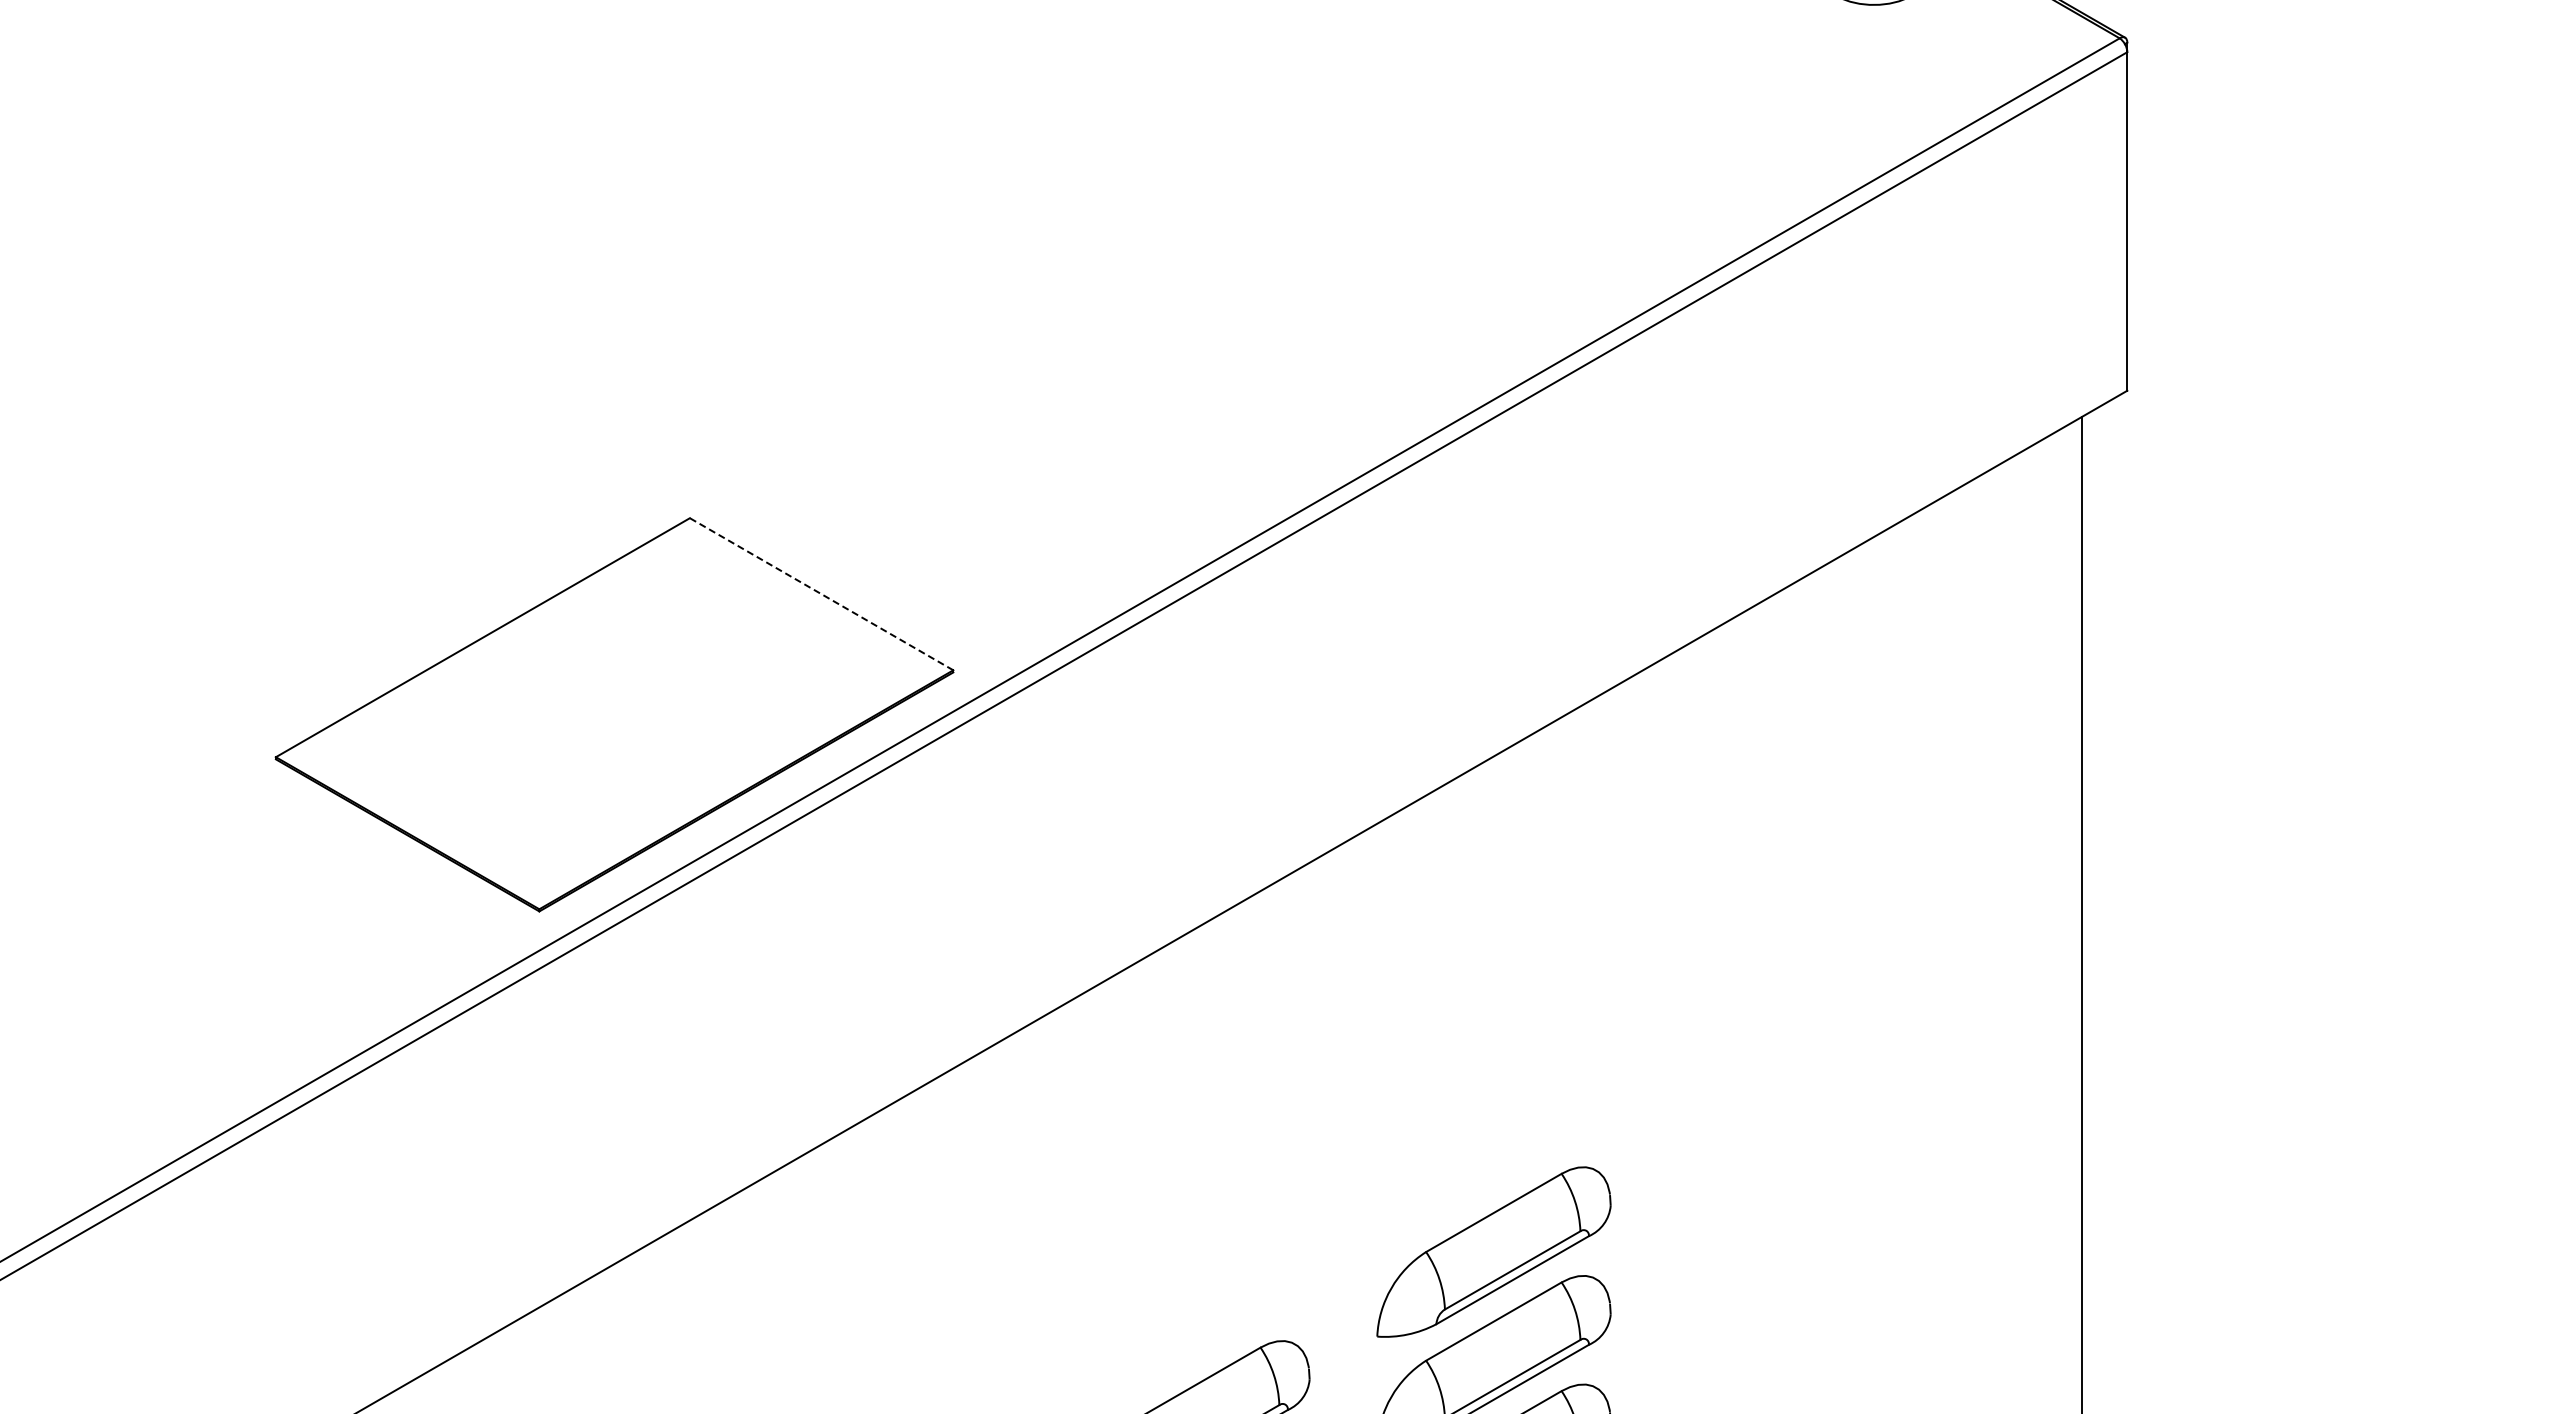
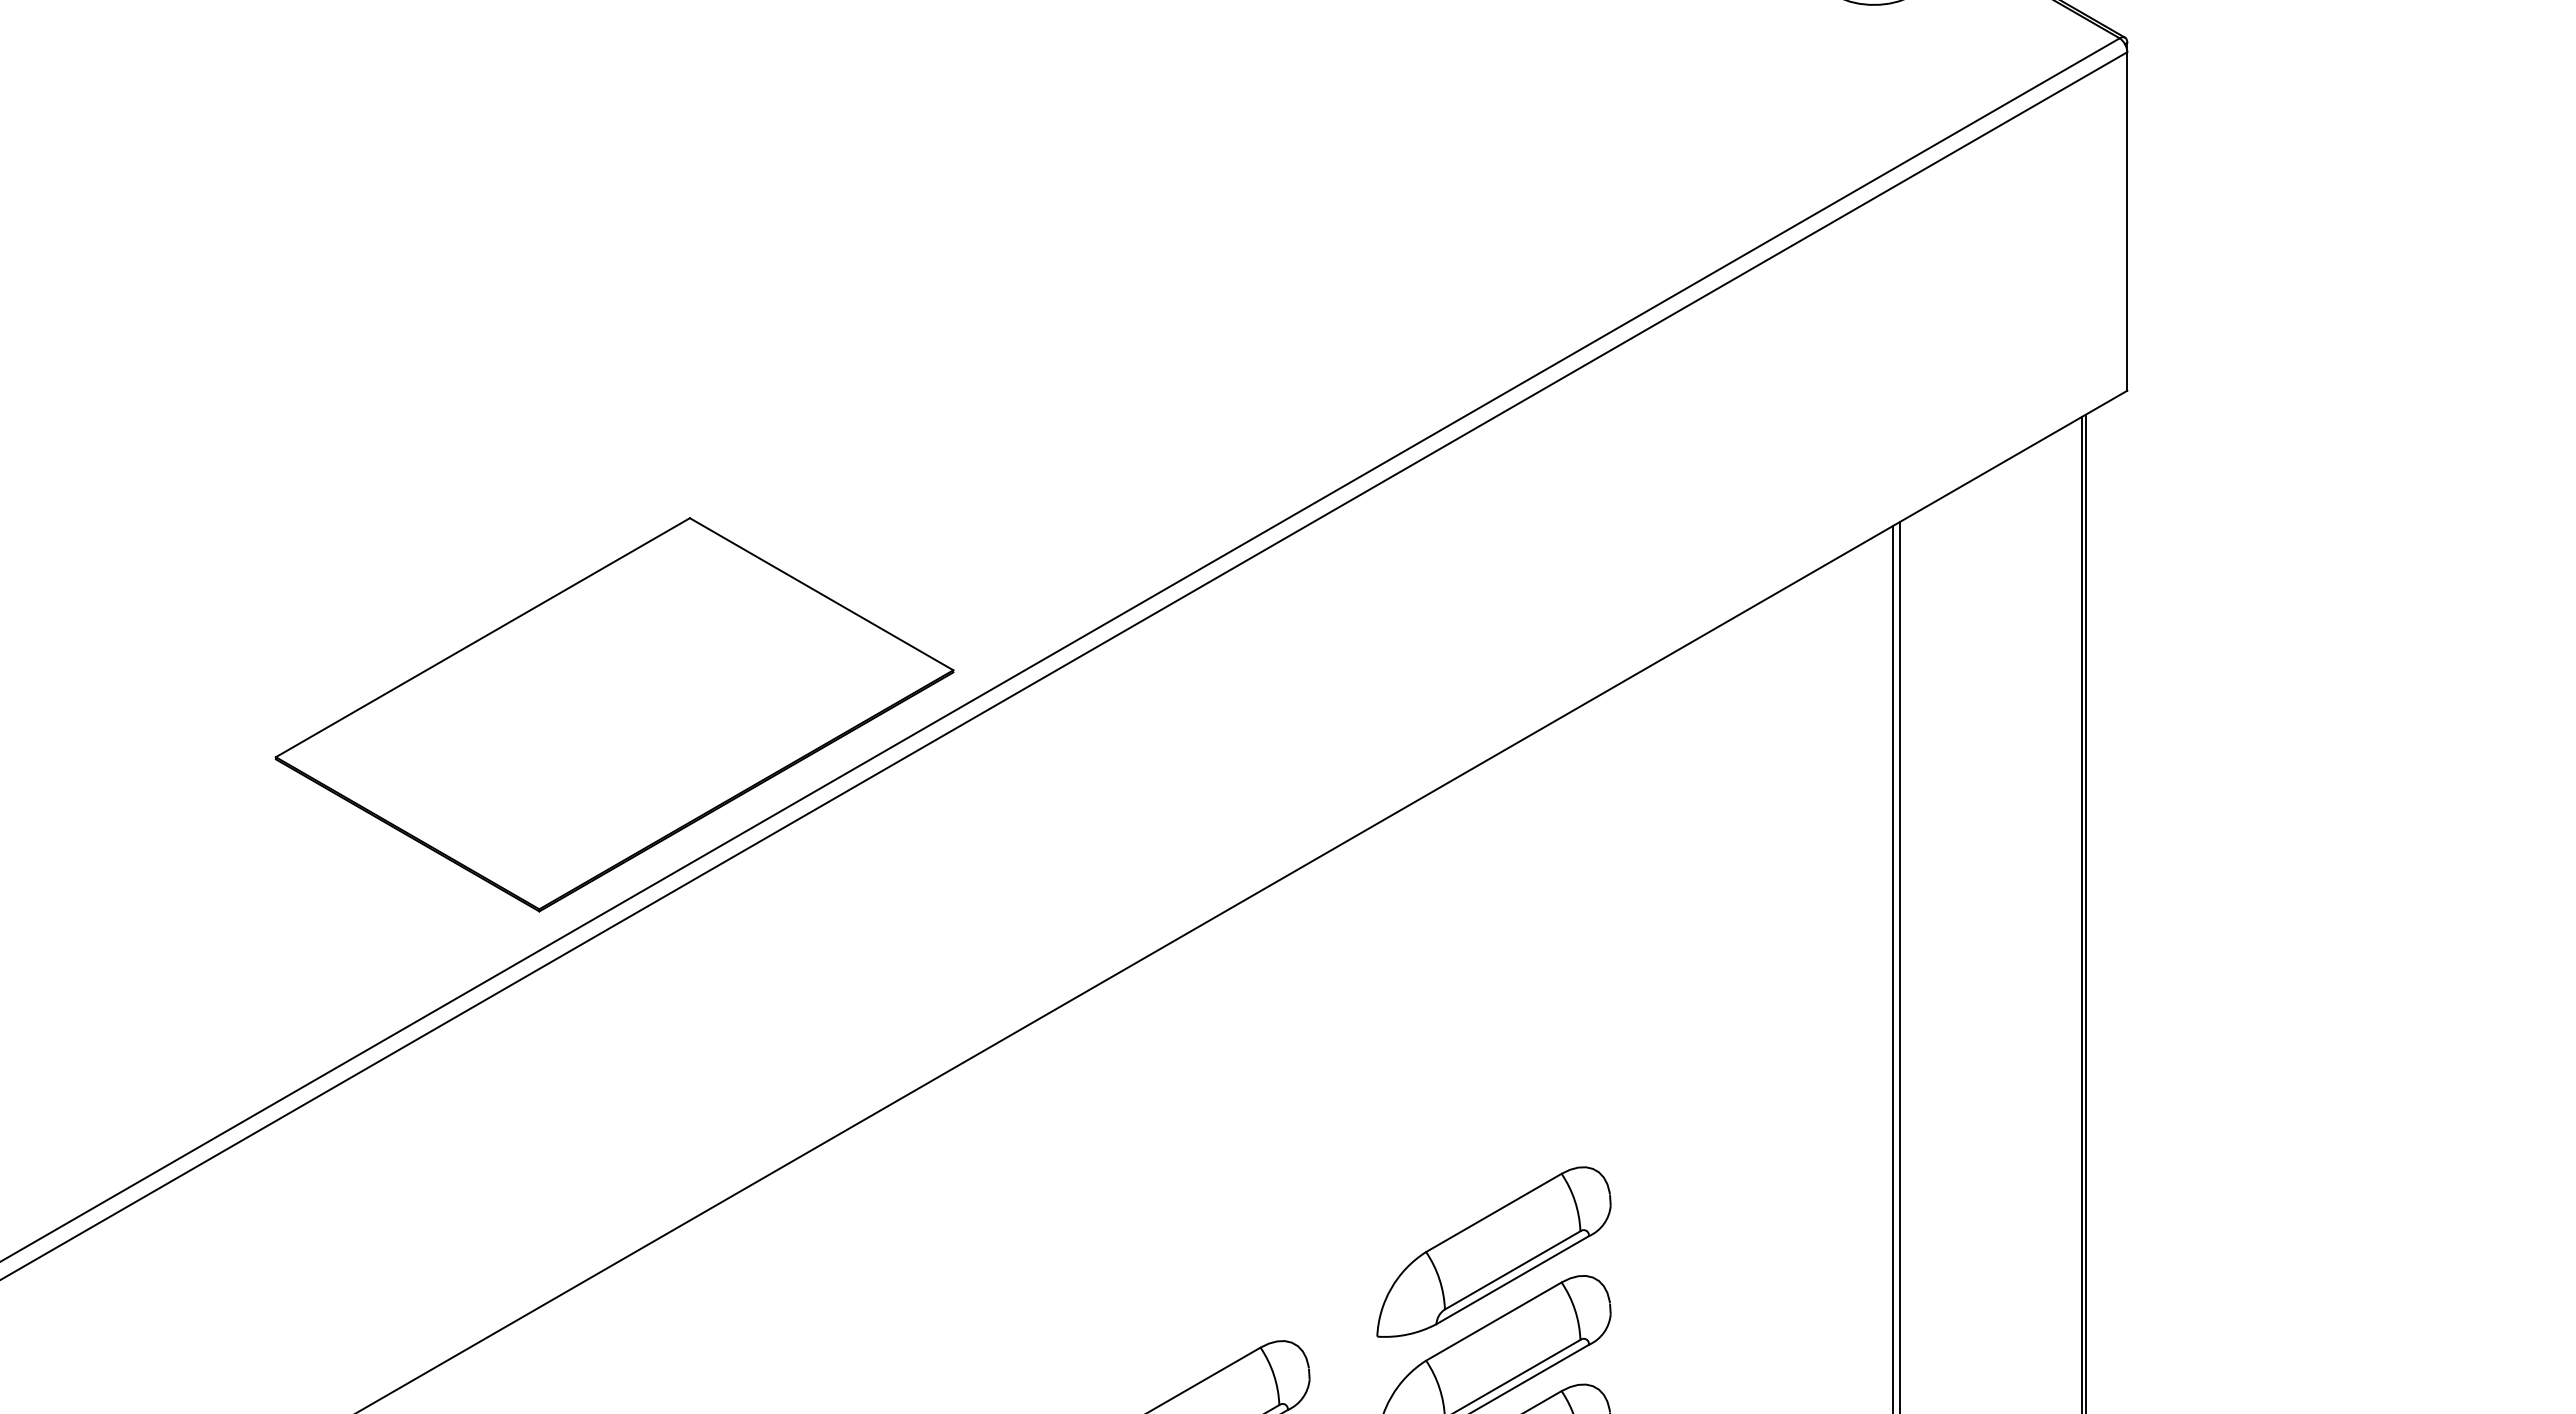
line at (821, 594): dashed -> solid
line at (2085, 912): none -> present
line at (1900, 965): none -> present
line at (1892, 968): none -> present
